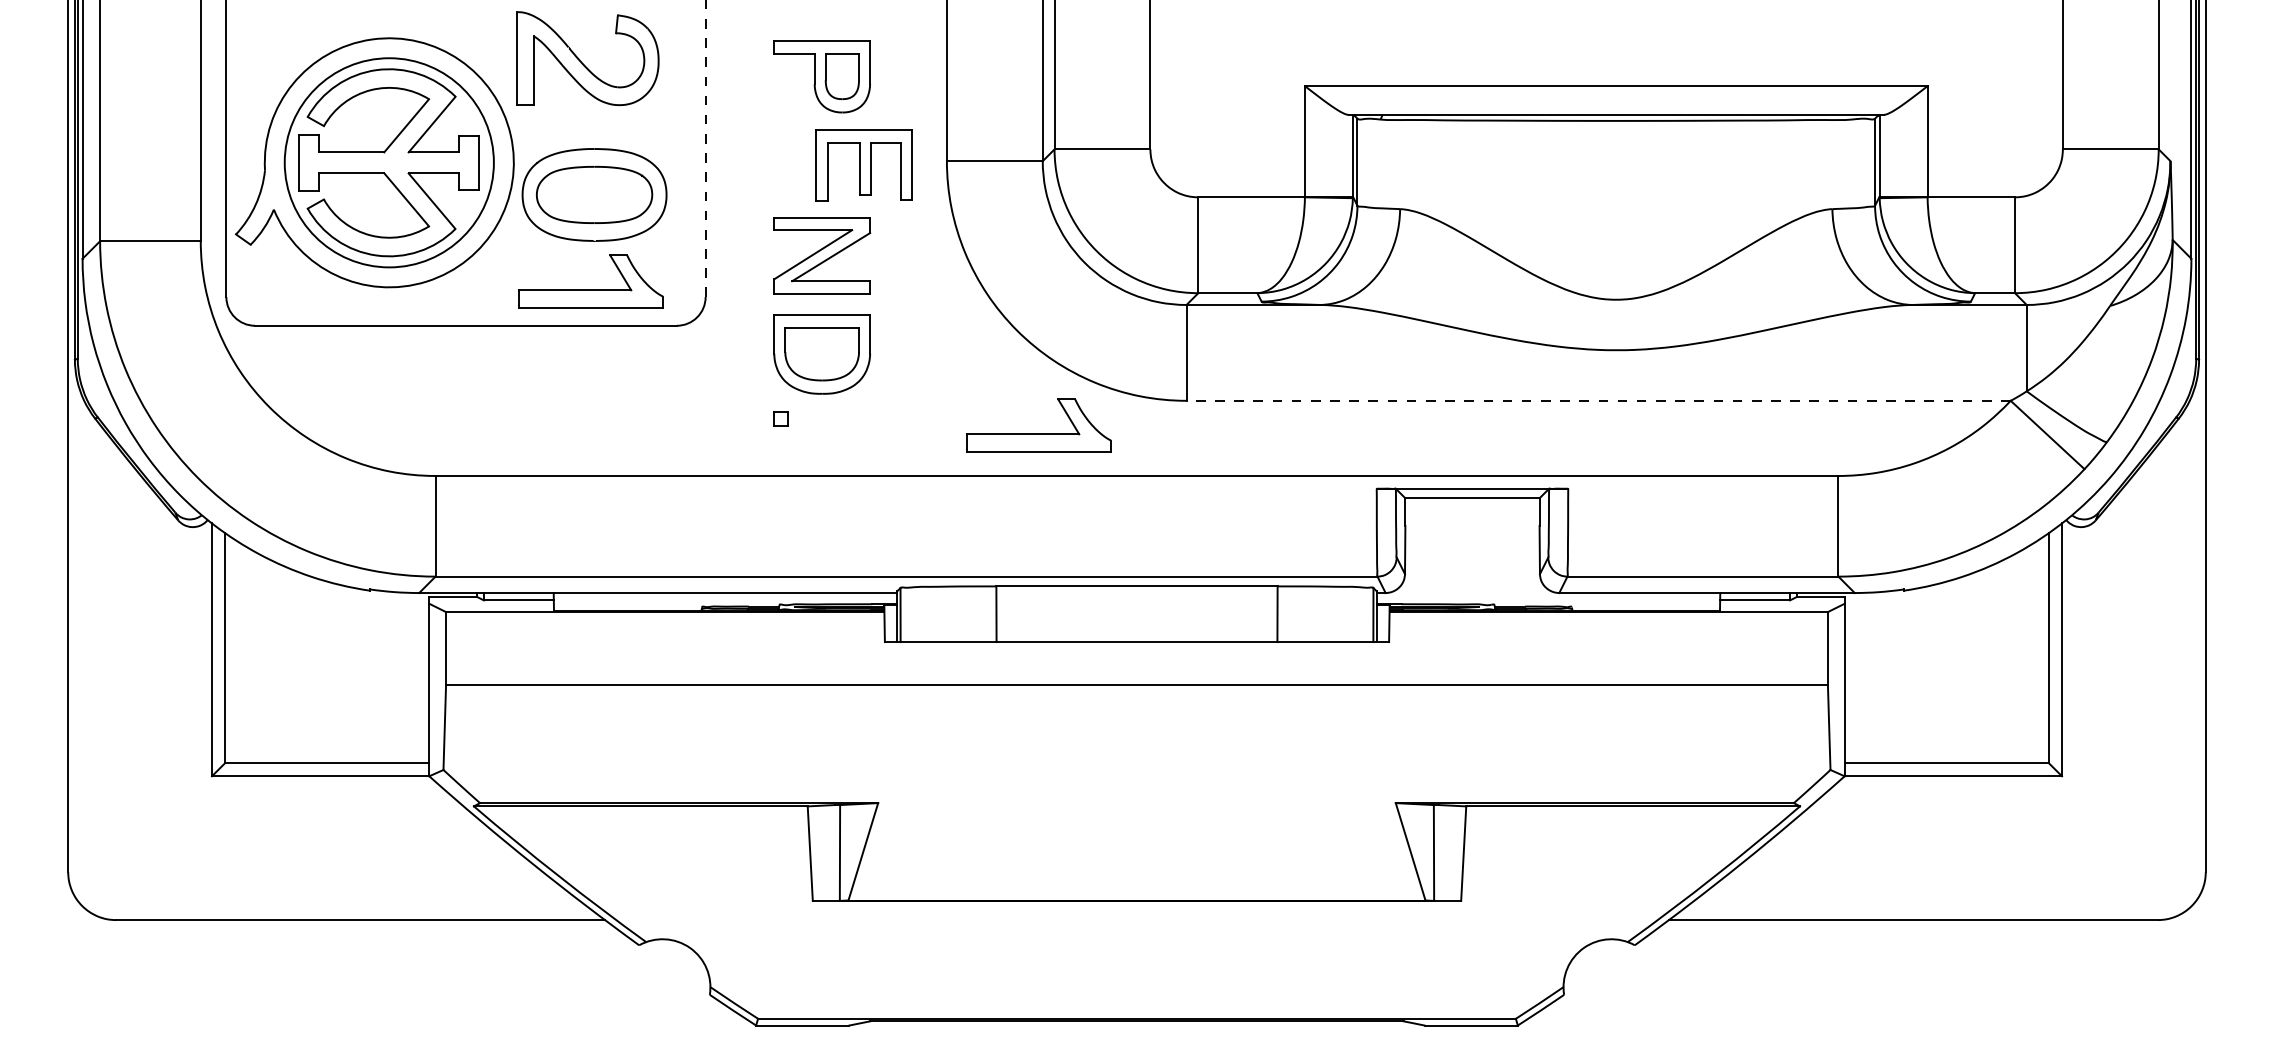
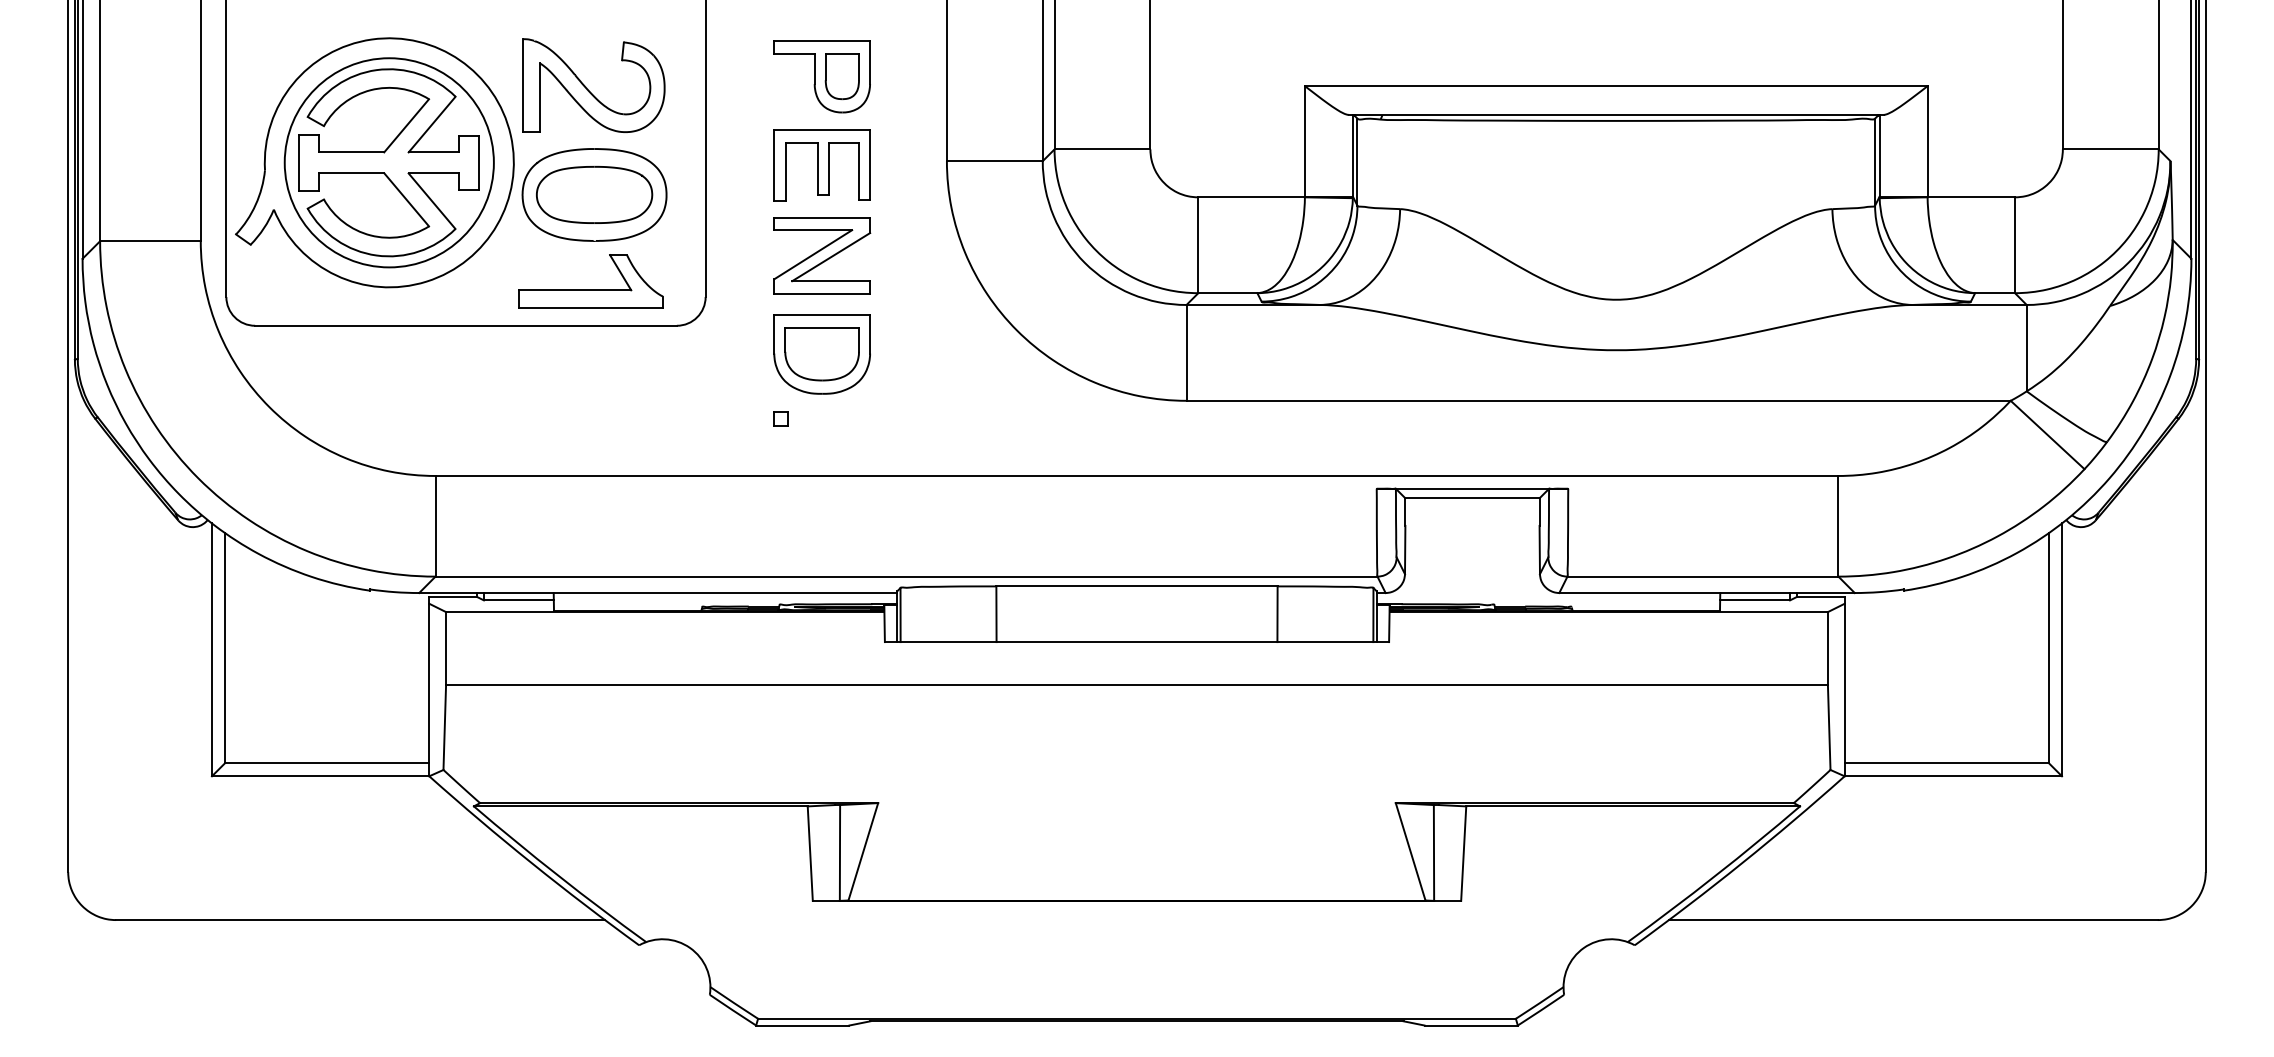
part at (582, 62) position: (582, 62) -> (588, 89)
line at (705, 148): dashed -> solid
part at (863, 165) position: (863, 165) -> (821, 165)
line at (1598, 400): dashed -> solid
part at (1038, 433): present -> none
